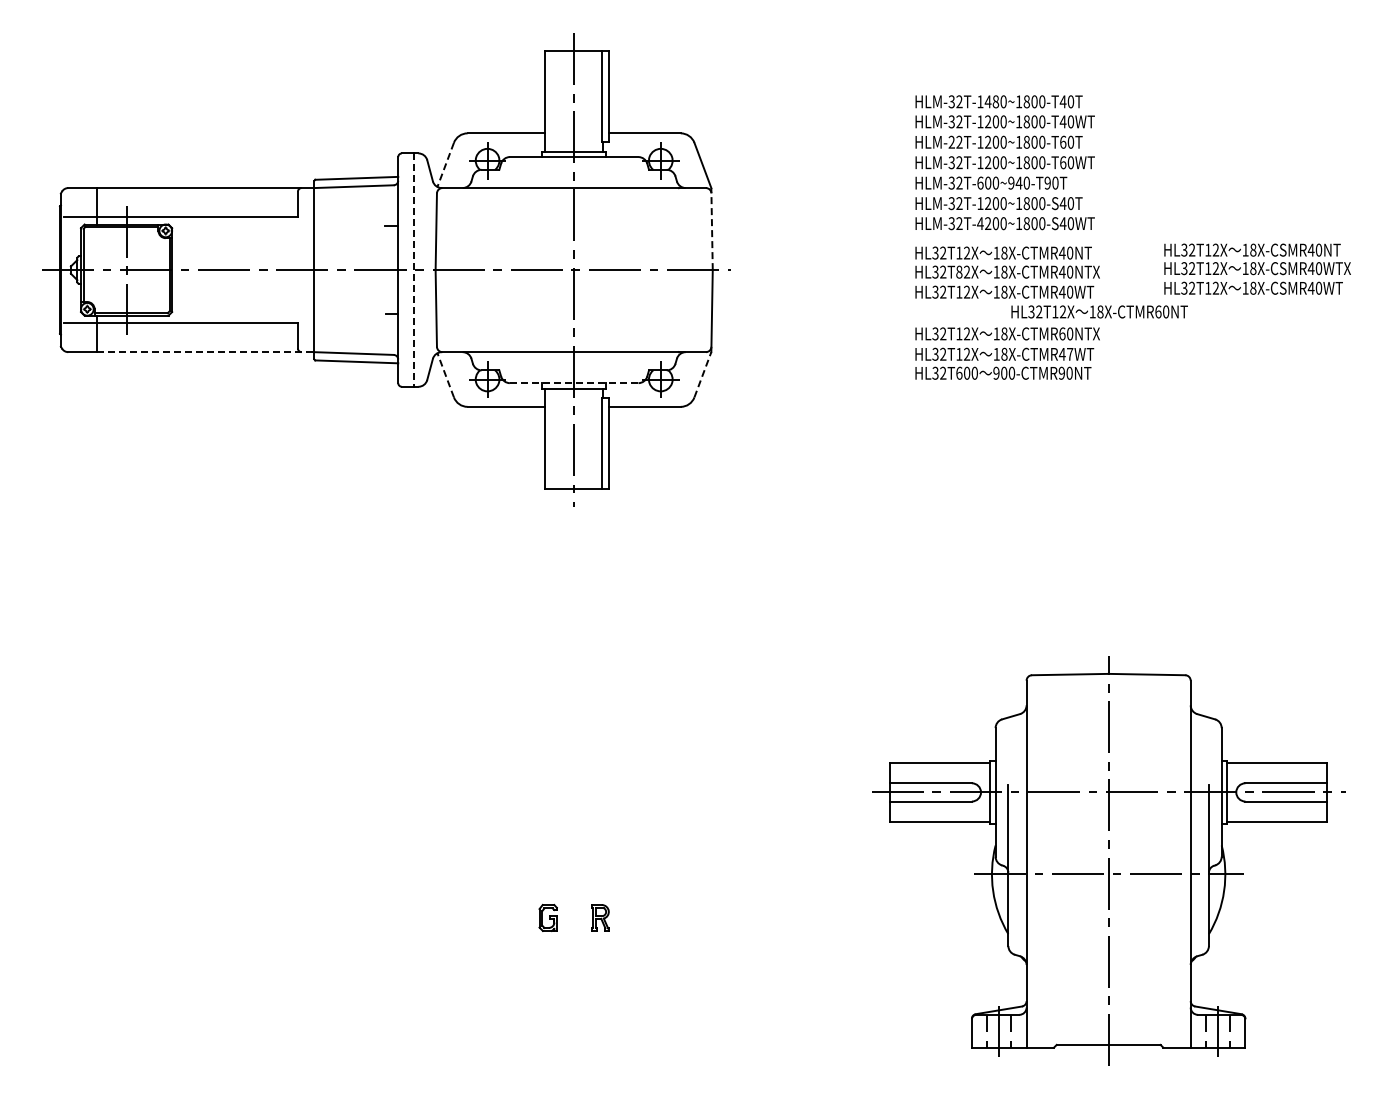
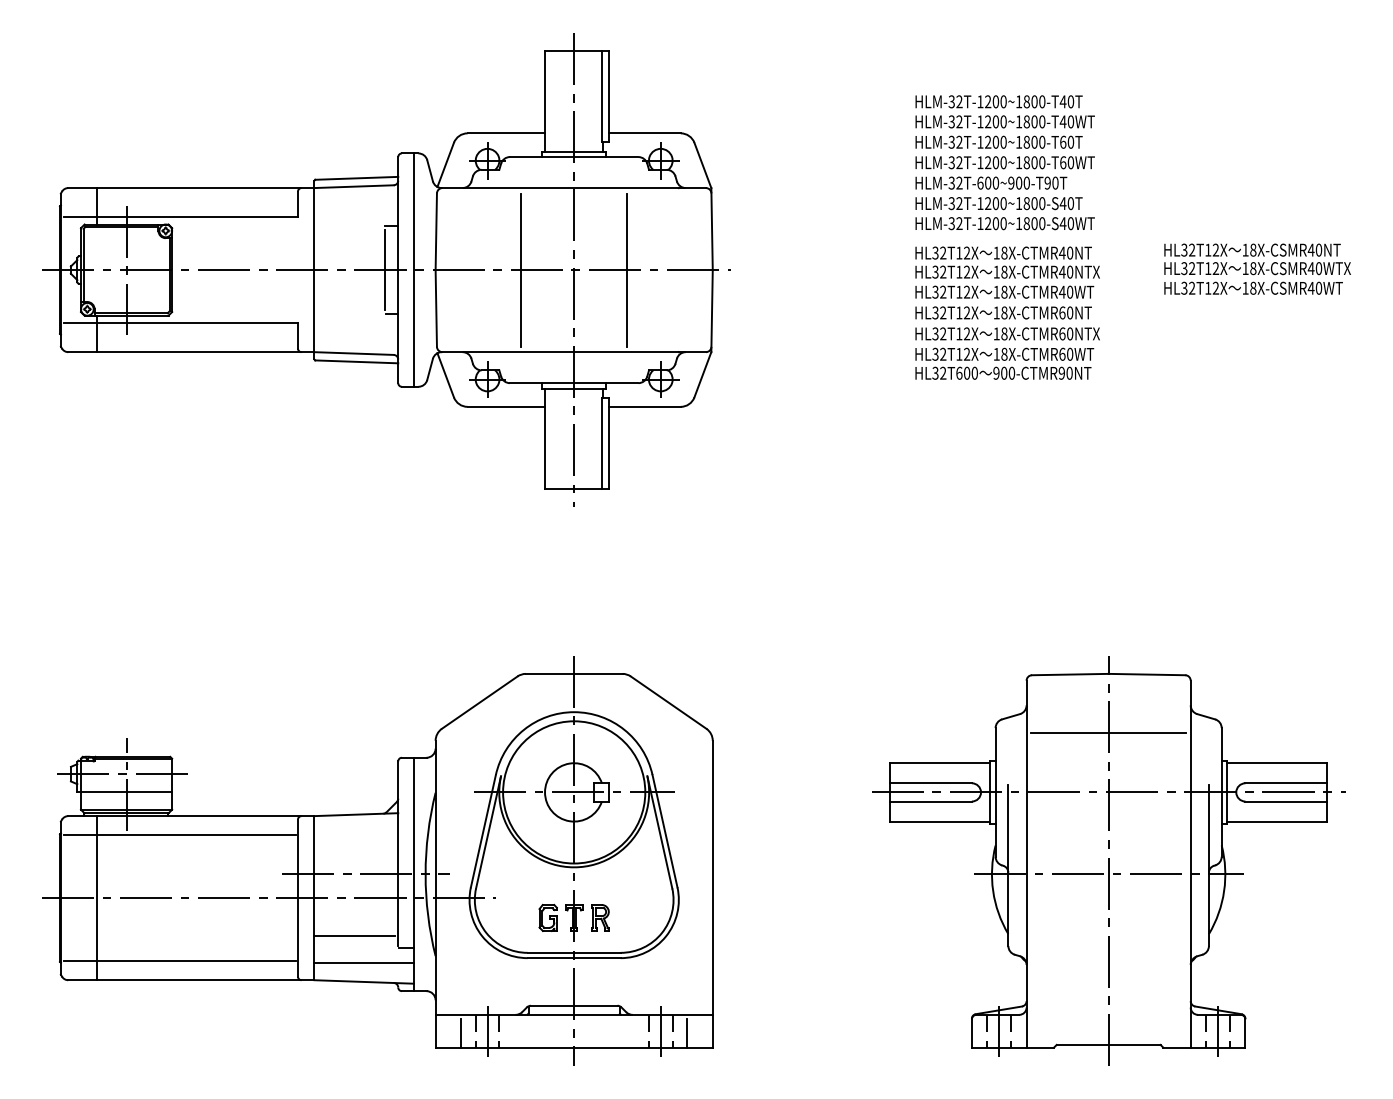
text at (991, 101): HLM-32T-1480~1800-T40T -> HLM-32T-1200~1800-T40T
text at (951, 142): HLM-22T-1200~1800-T60T -> HLM-32T-1200~1800-T60T
line at (445, 164): dashed -> solid
text at (1018, 182): HLM-32T-600~940-T90T -> HLM-32T-600~900-T90T
text at (980, 223): HLM-32T-4200~1800-S40WT -> HLM-32T-1200~1800-S40WT
line at (712, 228): dashed -> solid
line at (521, 269): none -> present
line at (627, 269): none -> present
line at (385, 270): none -> present
line at (413, 270): dashed -> solid
text at (959, 271): HL32T82X -> HL32T12X
text at (1099, 311) position: (1099, 311) -> (1003, 312)
line at (206, 352): dashed -> solid
text at (1065, 353): 18X-CTMR47WT -> 18X-CTMR60WT
line at (703, 374): dashed -> solid
line at (445, 375): dashed -> solid
line at (573, 383): dashed -> solid
line at (1108, 733): none -> present
part at (377, 860): none -> present
